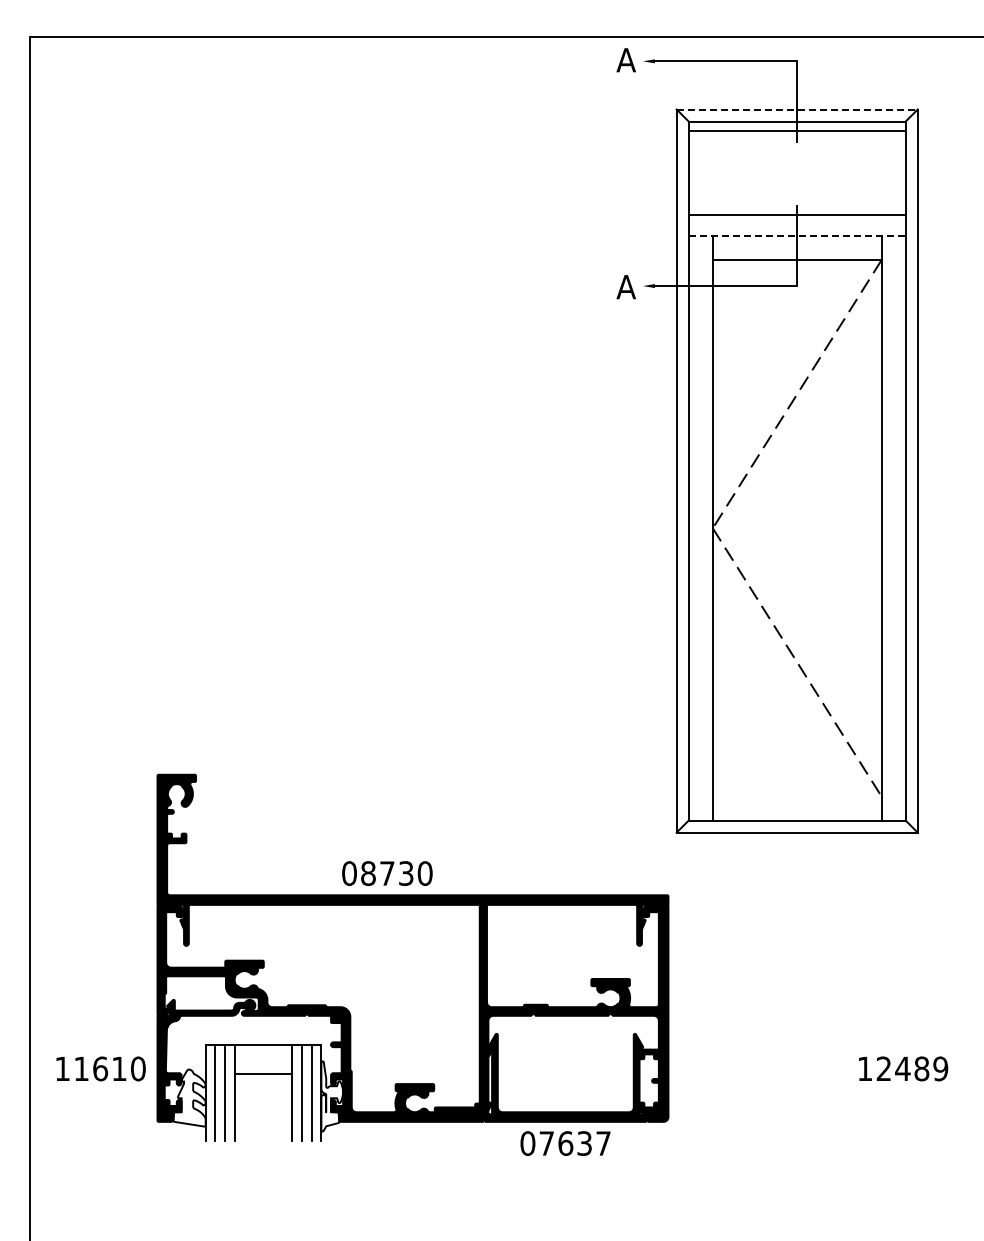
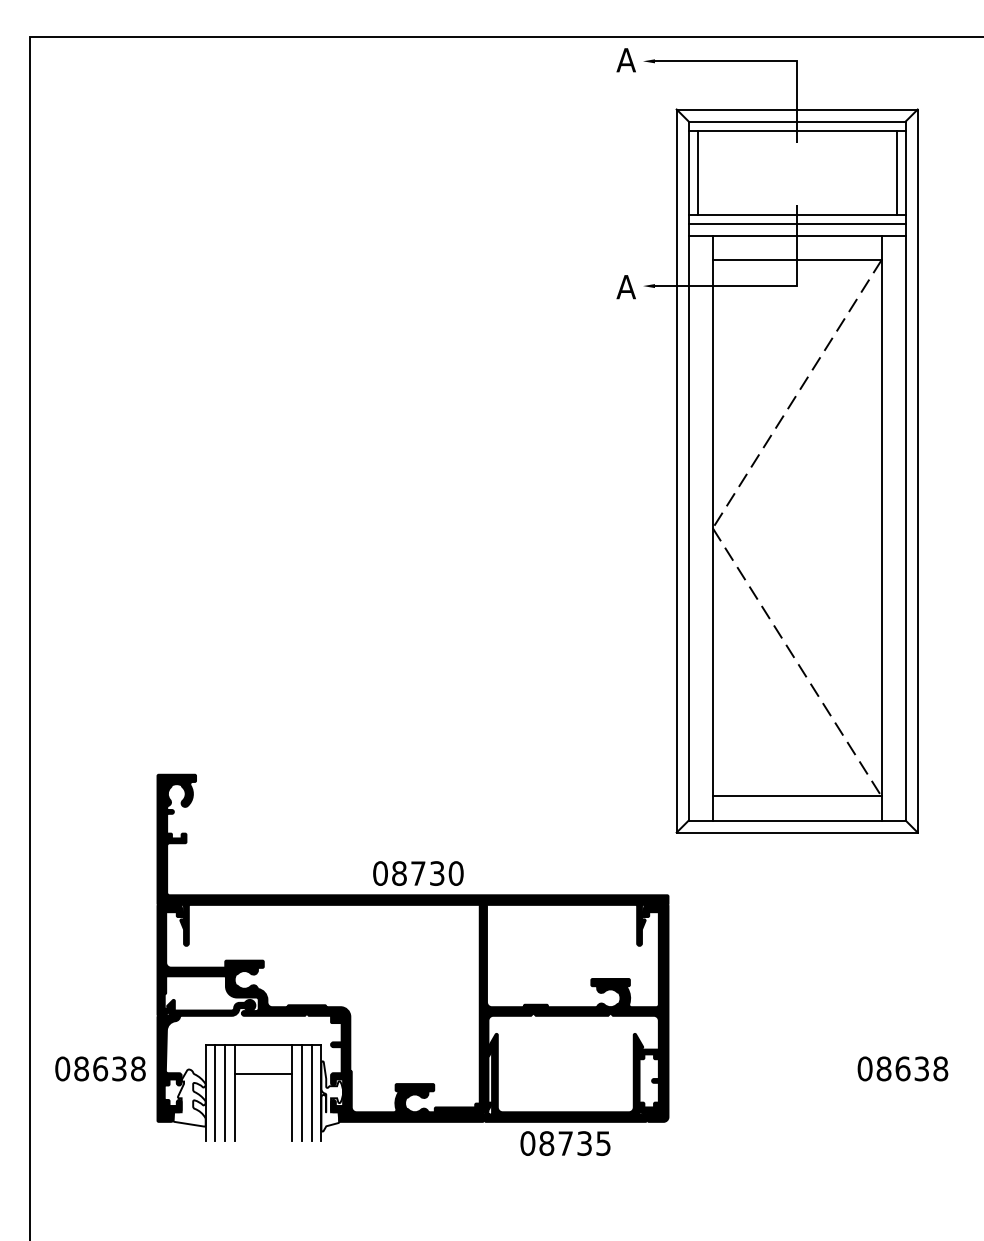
line at (797, 109): dashed -> solid
line at (697, 172): none -> present
line at (896, 172): none -> present
line at (796, 224): none -> present
line at (797, 236): dashed -> solid
line at (796, 796): none -> present
text at (387, 873) position: (387, 873) -> (418, 873)
text at (100, 1068): 11610 -> 08638
text at (902, 1068): 12489 -> 08638
text at (574, 1143): 07637 -> 08735
